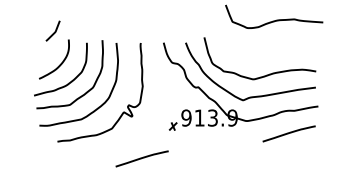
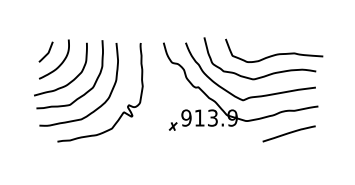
curve at (276, 19) position: (276, 19) -> (276, 53)
curve at (54, 31) position: (54, 31) -> (47, 52)
curve at (141, 158): present -> none
